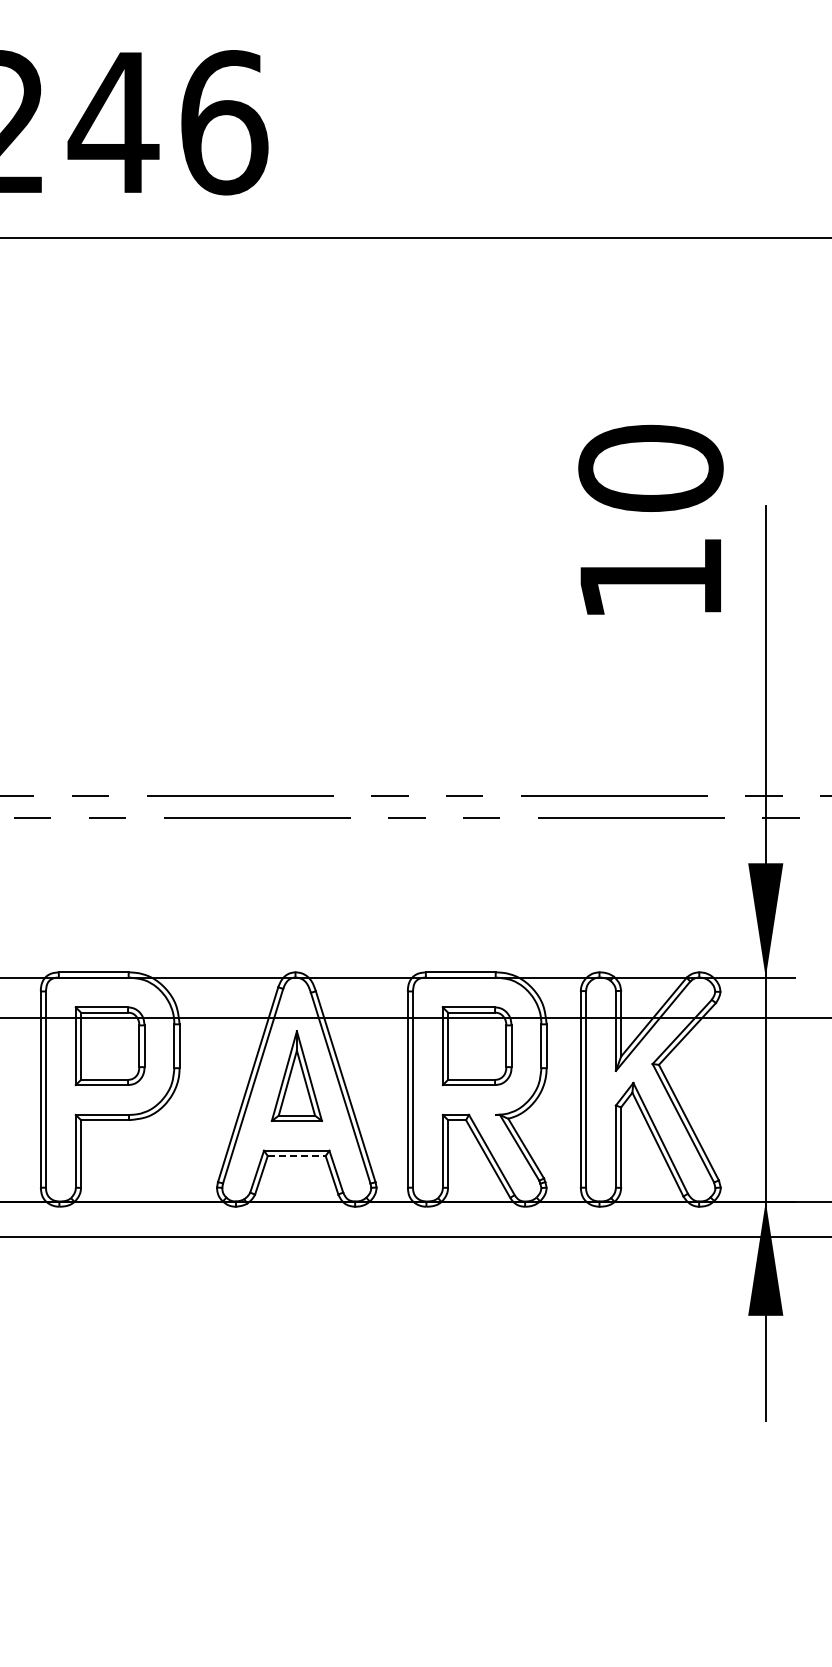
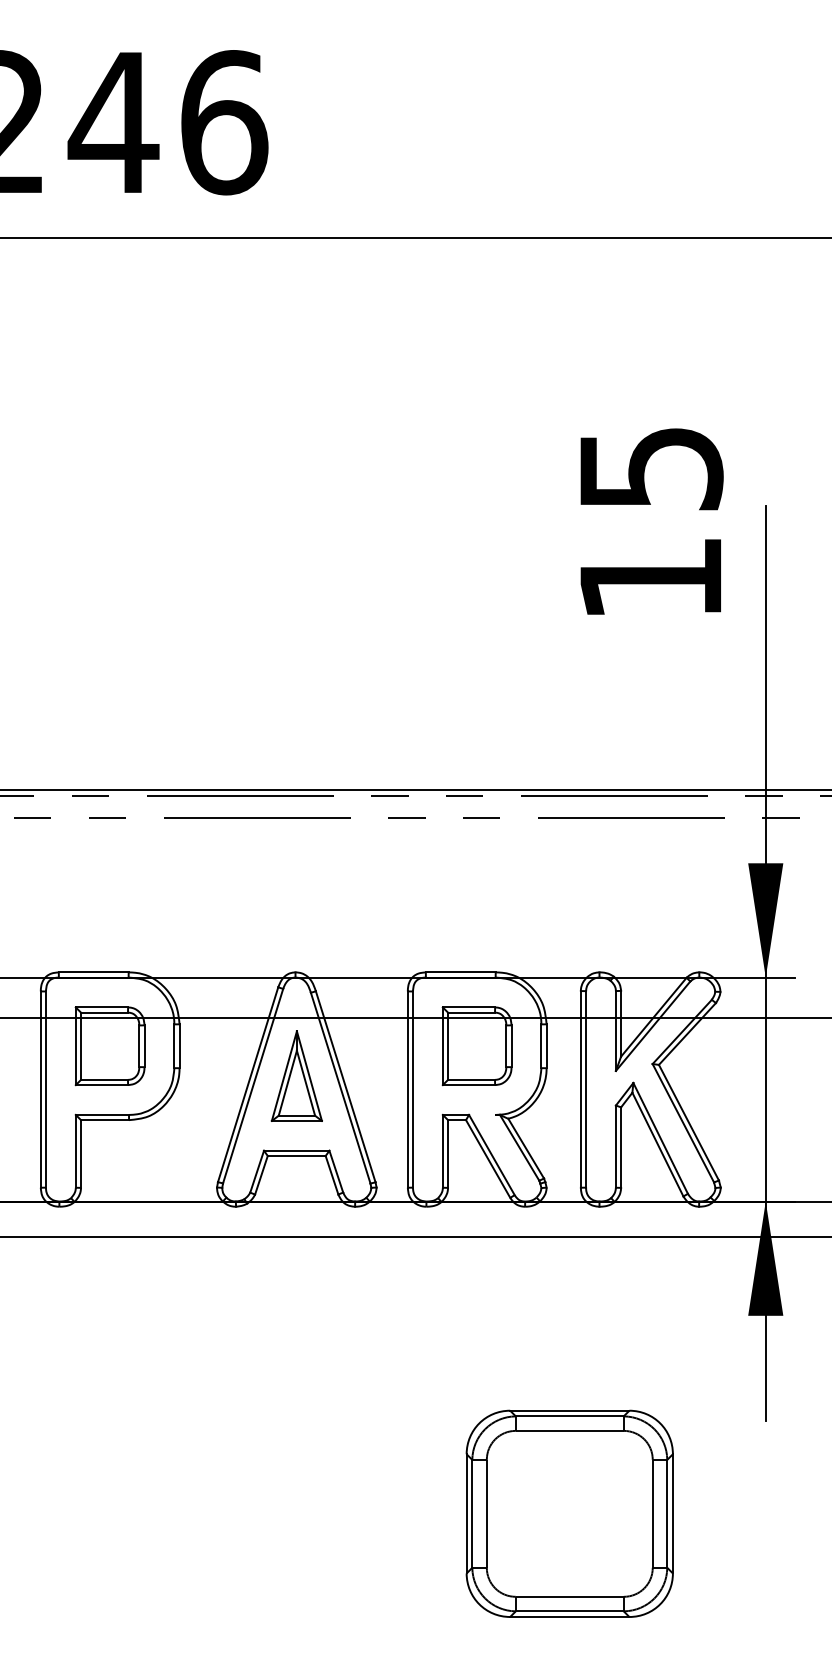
text at (650, 467): 10 -> 15
line at (415, 789): none -> present
line at (296, 1155): dashed -> solid
part at (569, 1513): none -> present
